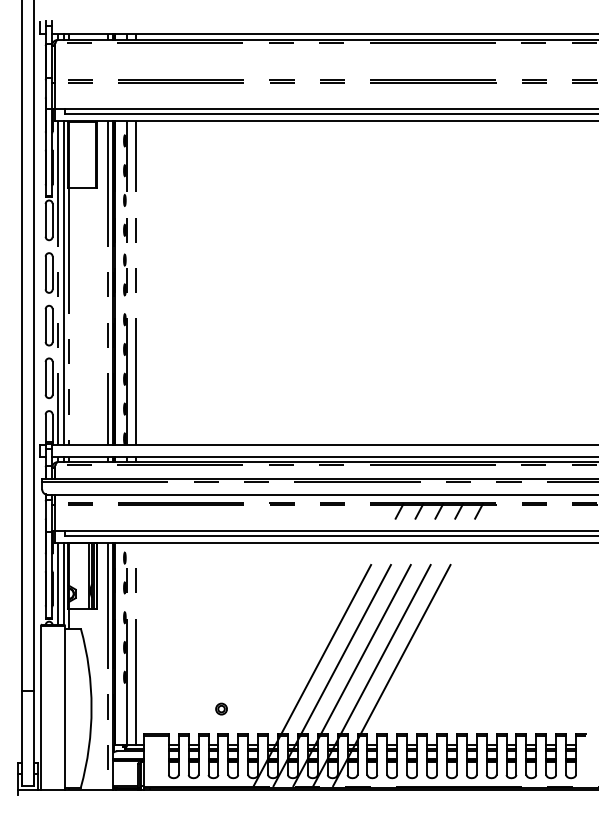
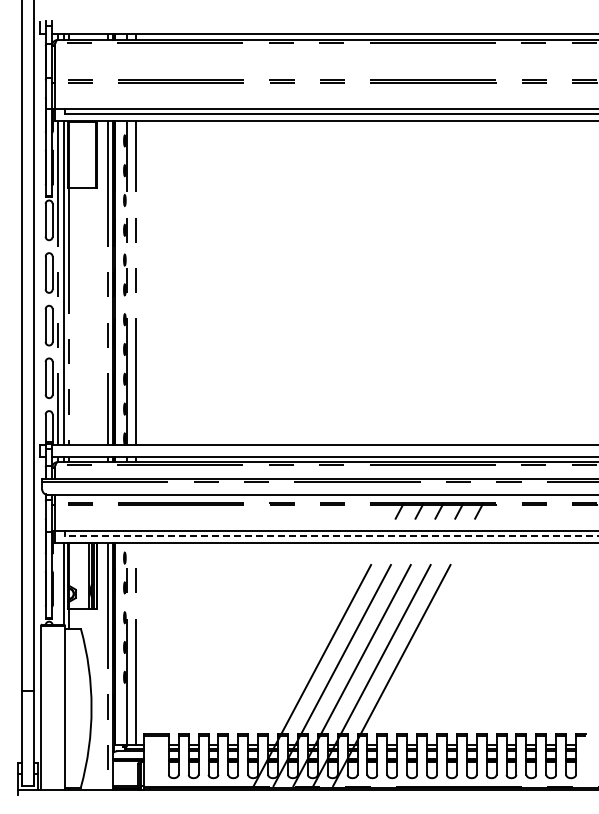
line at (331, 535): solid -> dashed
line at (58, 583): present -> none
part at (221, 708): present -> none
